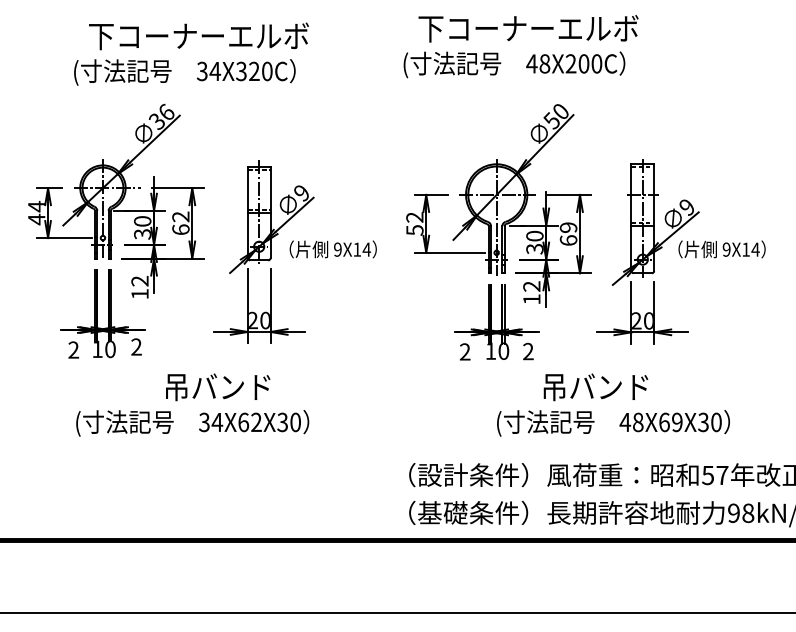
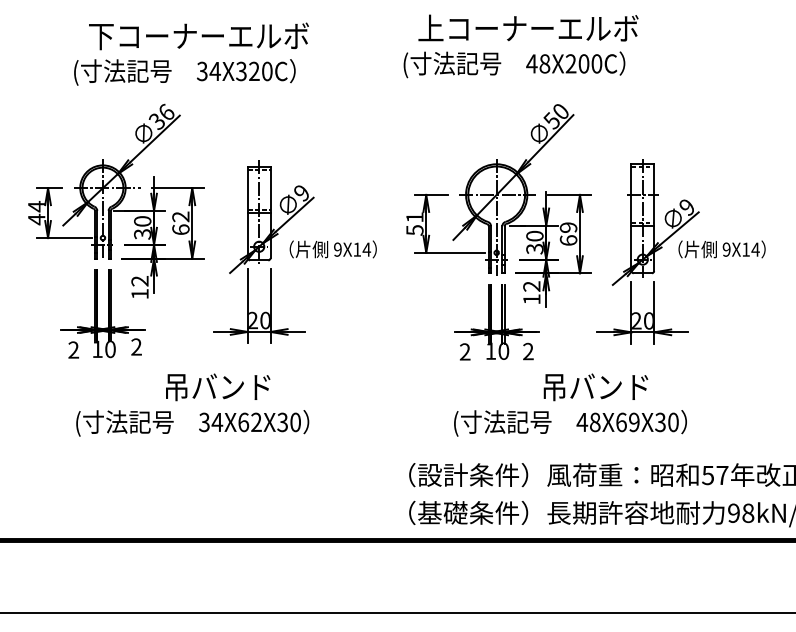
text at (430, 28): 下コーナーエルボ -> 上コーナーエルボ
text at (414, 217): 52 -> 51
text at (613, 423) position: (613, 423) -> (570, 423)
